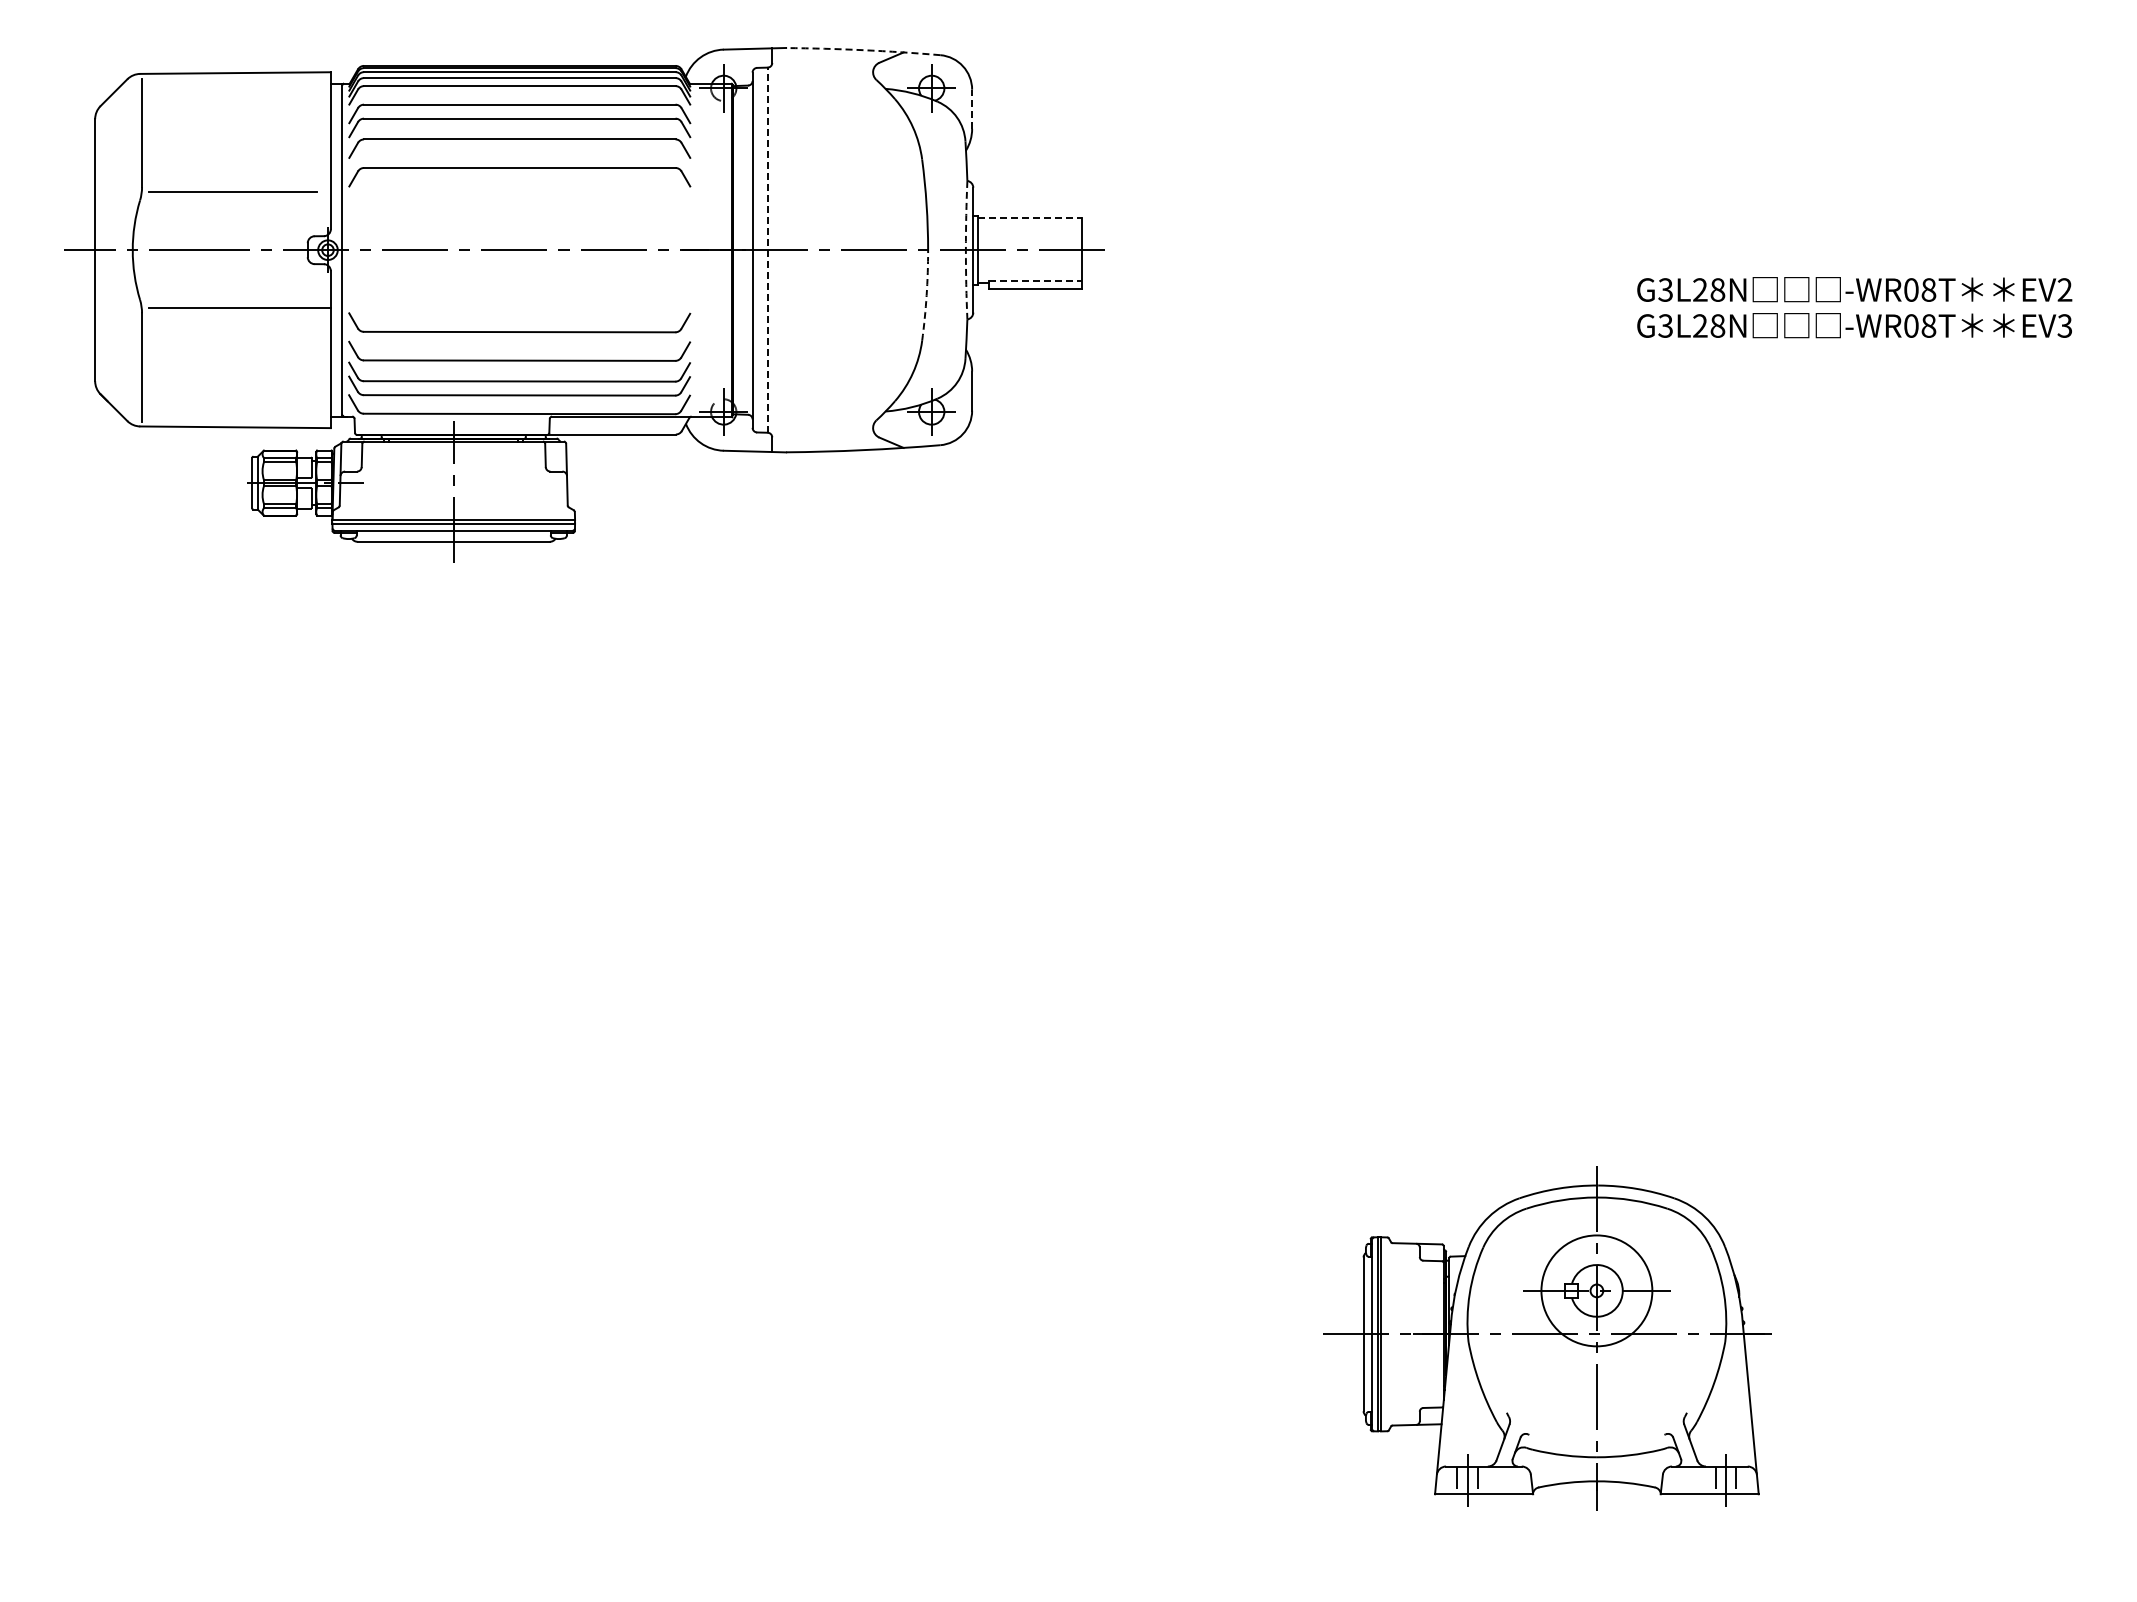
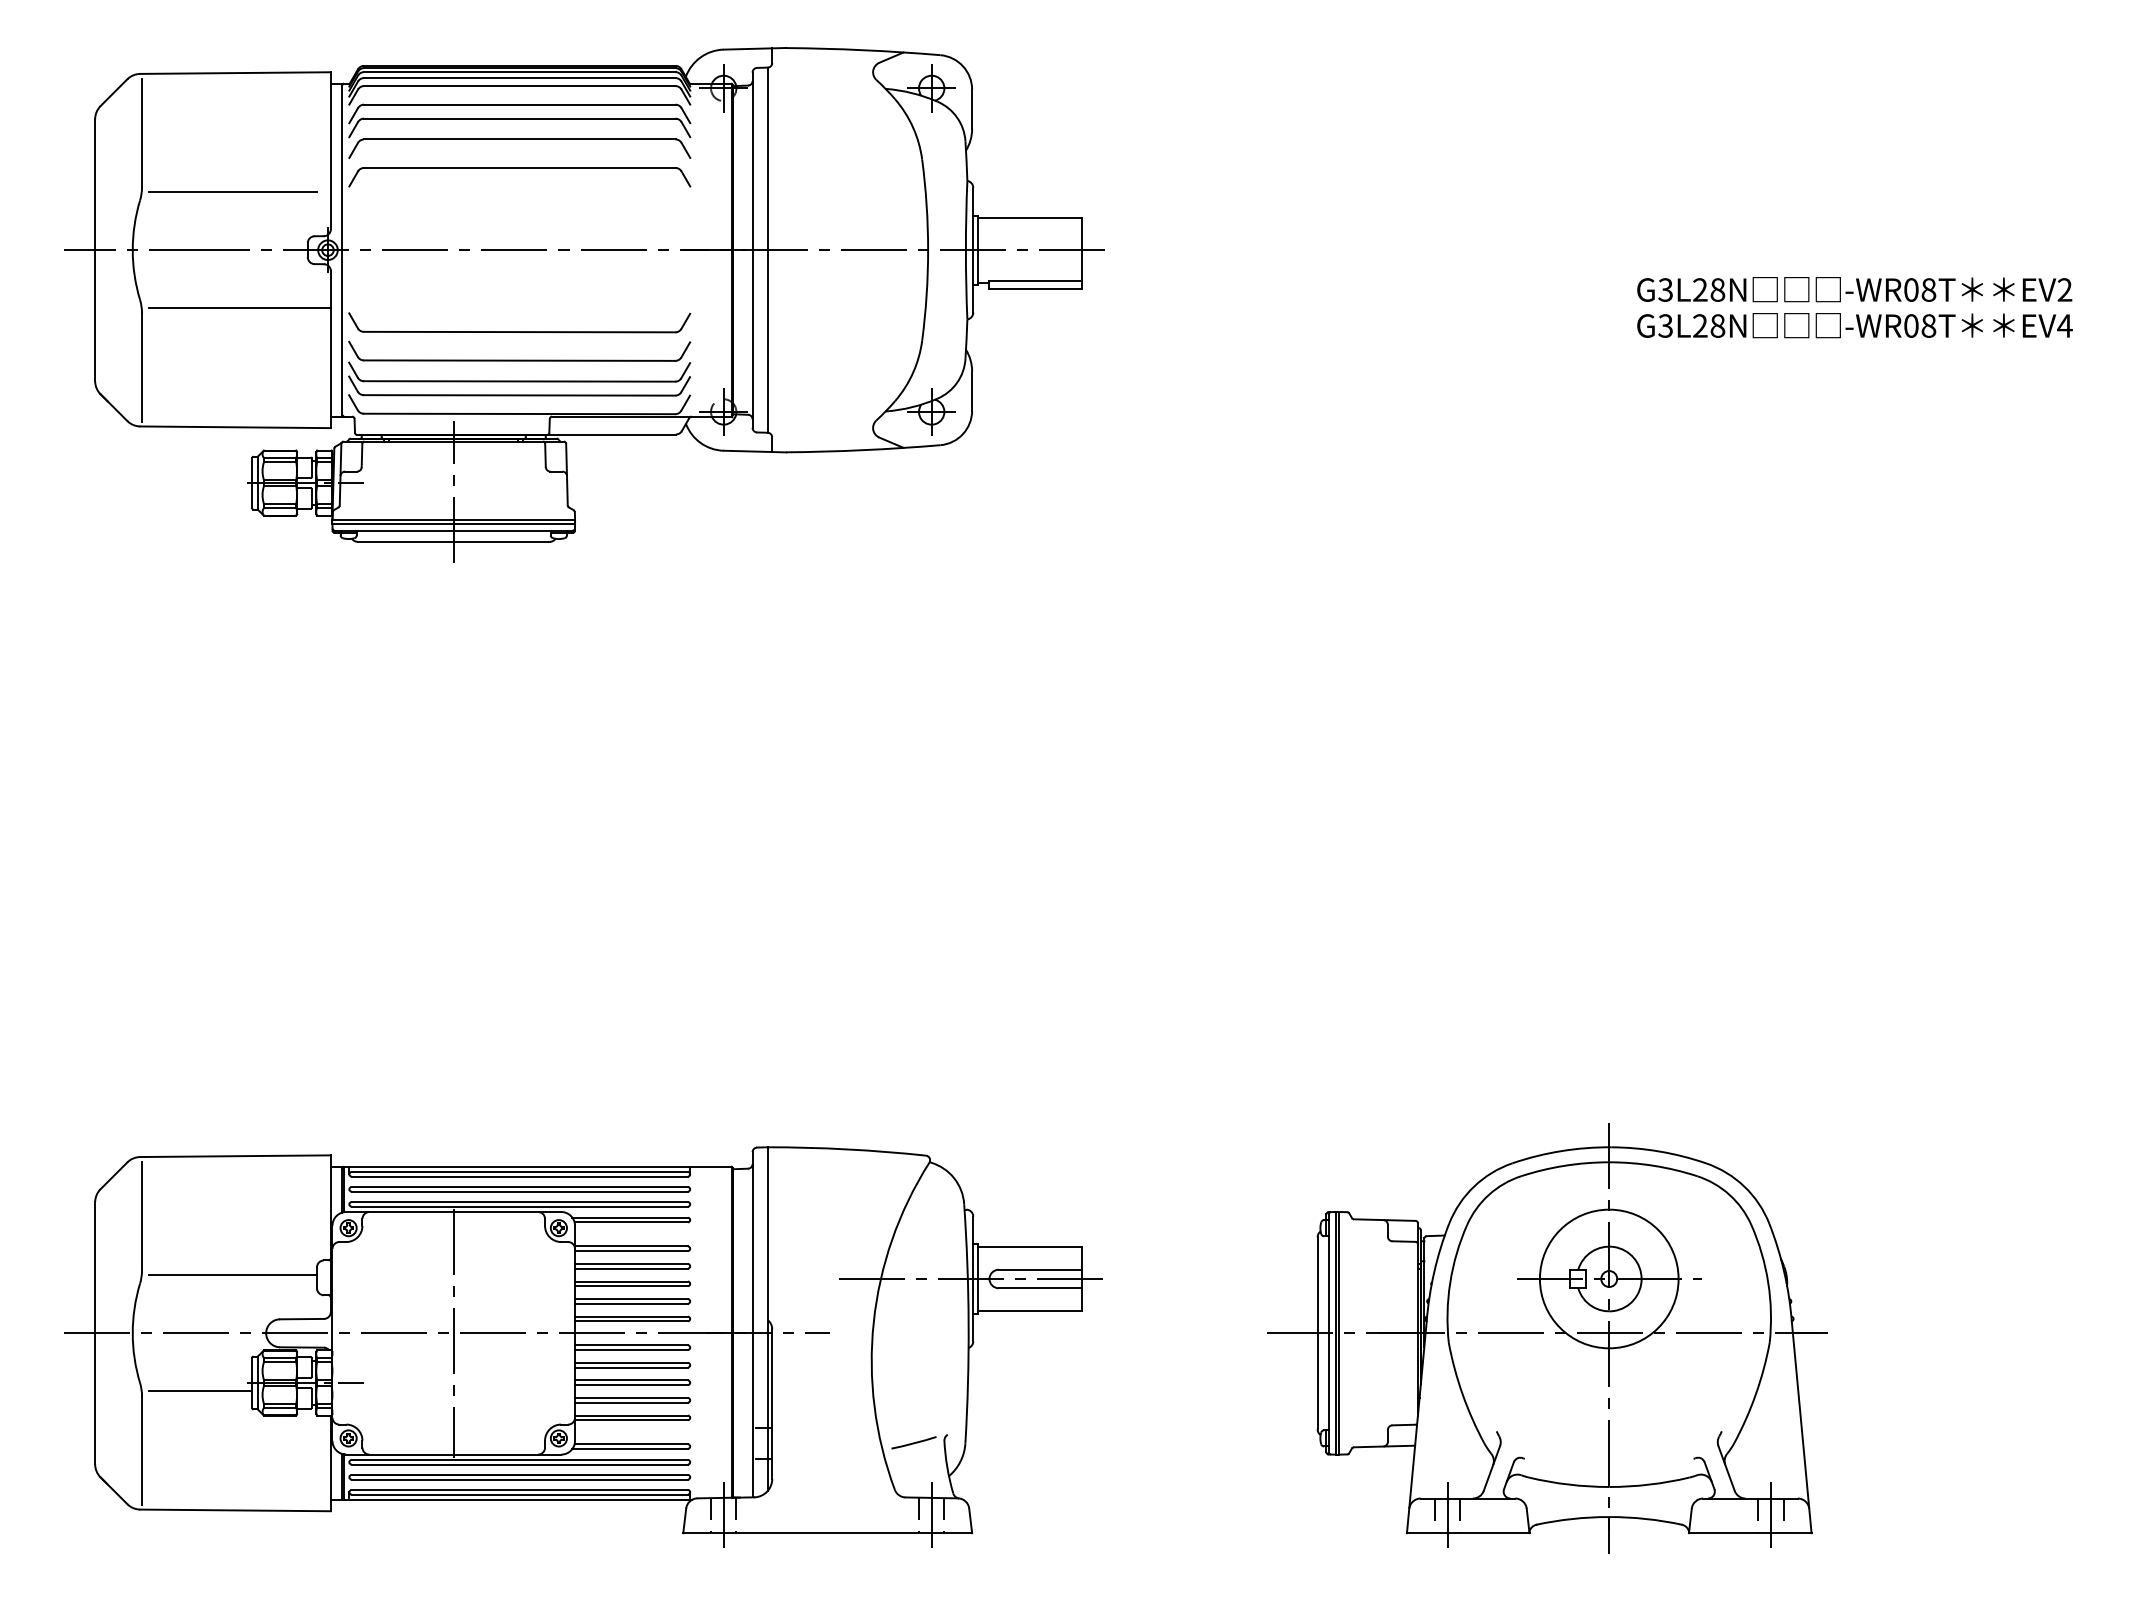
arc at (863, 50): dashed -> solid
line at (972, 109): dashed -> solid
line at (1029, 217): dashed -> solid
line at (767, 250): dashed -> solid
arc at (965, 250): dashed -> solid
line at (1036, 281): dashed -> solid
arc at (926, 295): dashed -> solid
text at (2064, 325): EV3 -> EV4
part at (1547, 1338) size: 449x345 px -> 561x431 px
part at (583, 1346): none -> present
